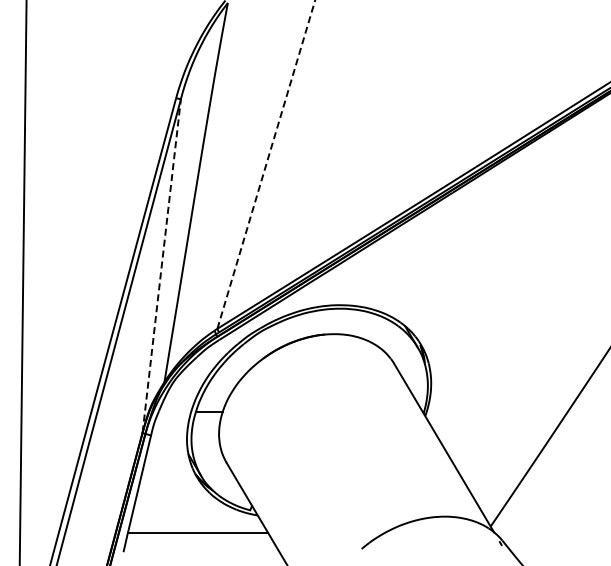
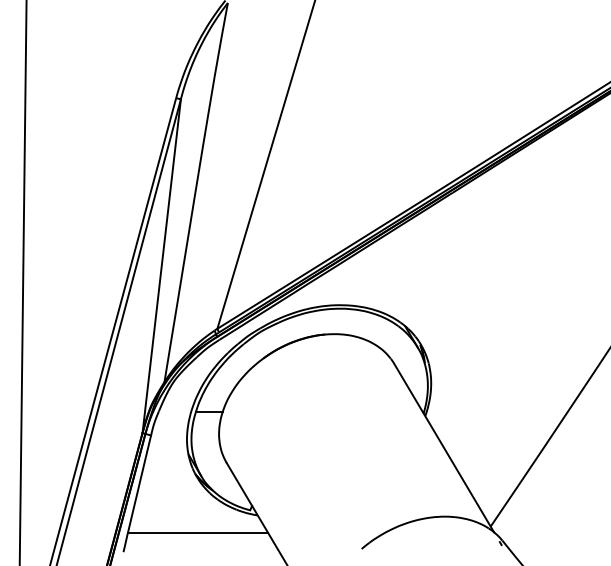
line at (266, 164): dashed -> solid
line at (161, 265): dashed -> solid
